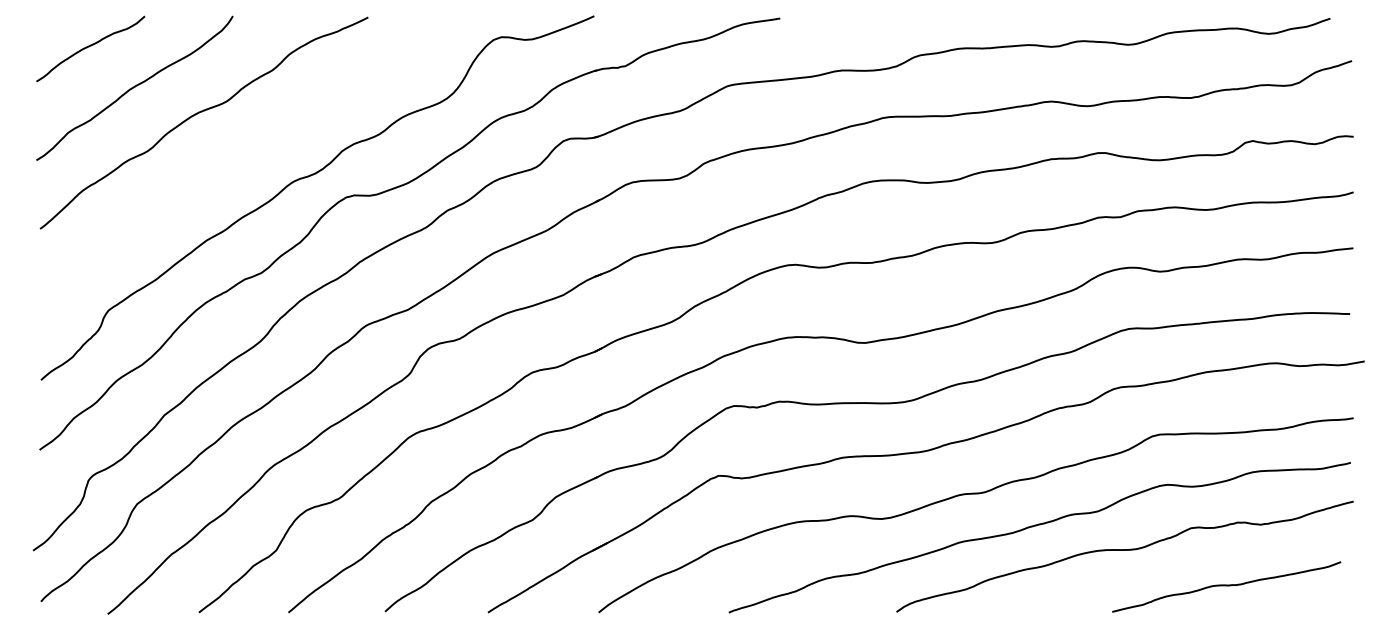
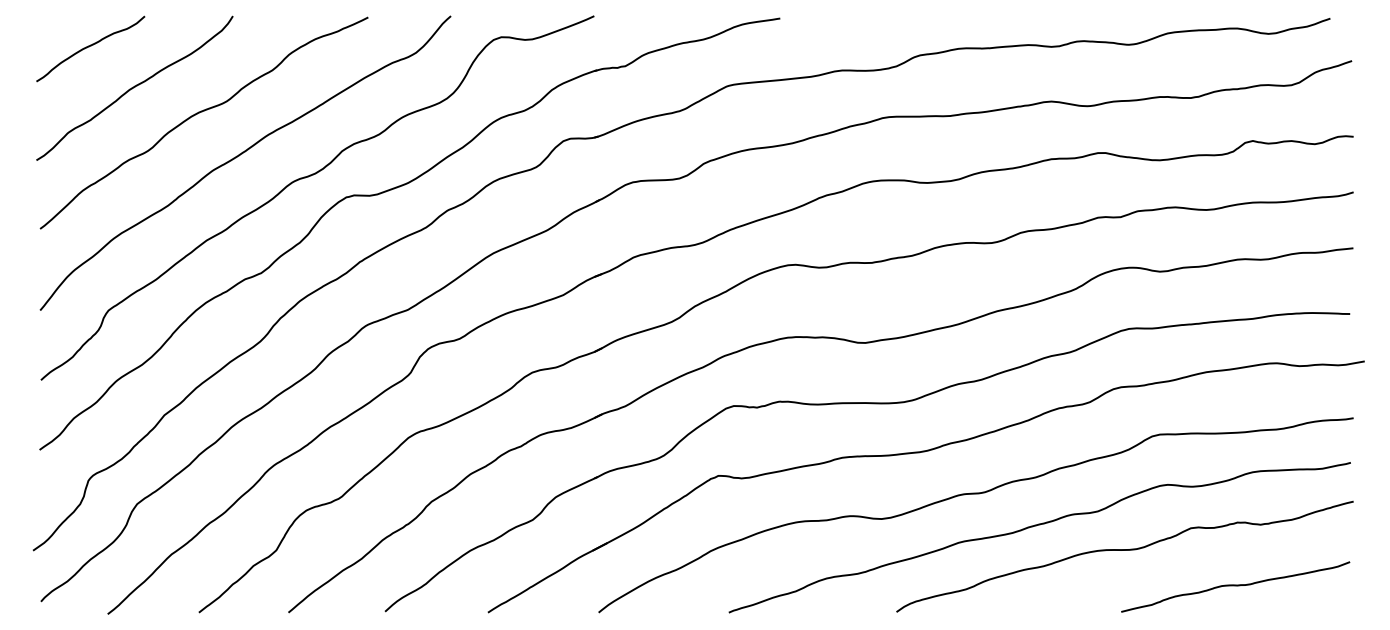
curve at (239, 156): none -> present
curve at (1226, 586) position: (1226, 586) -> (1235, 586)
